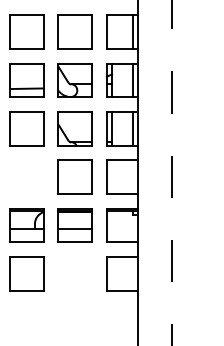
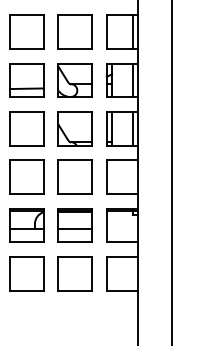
line at (171, 173): dashed -> solid
part at (26, 176): none -> present
part at (74, 273): none -> present
